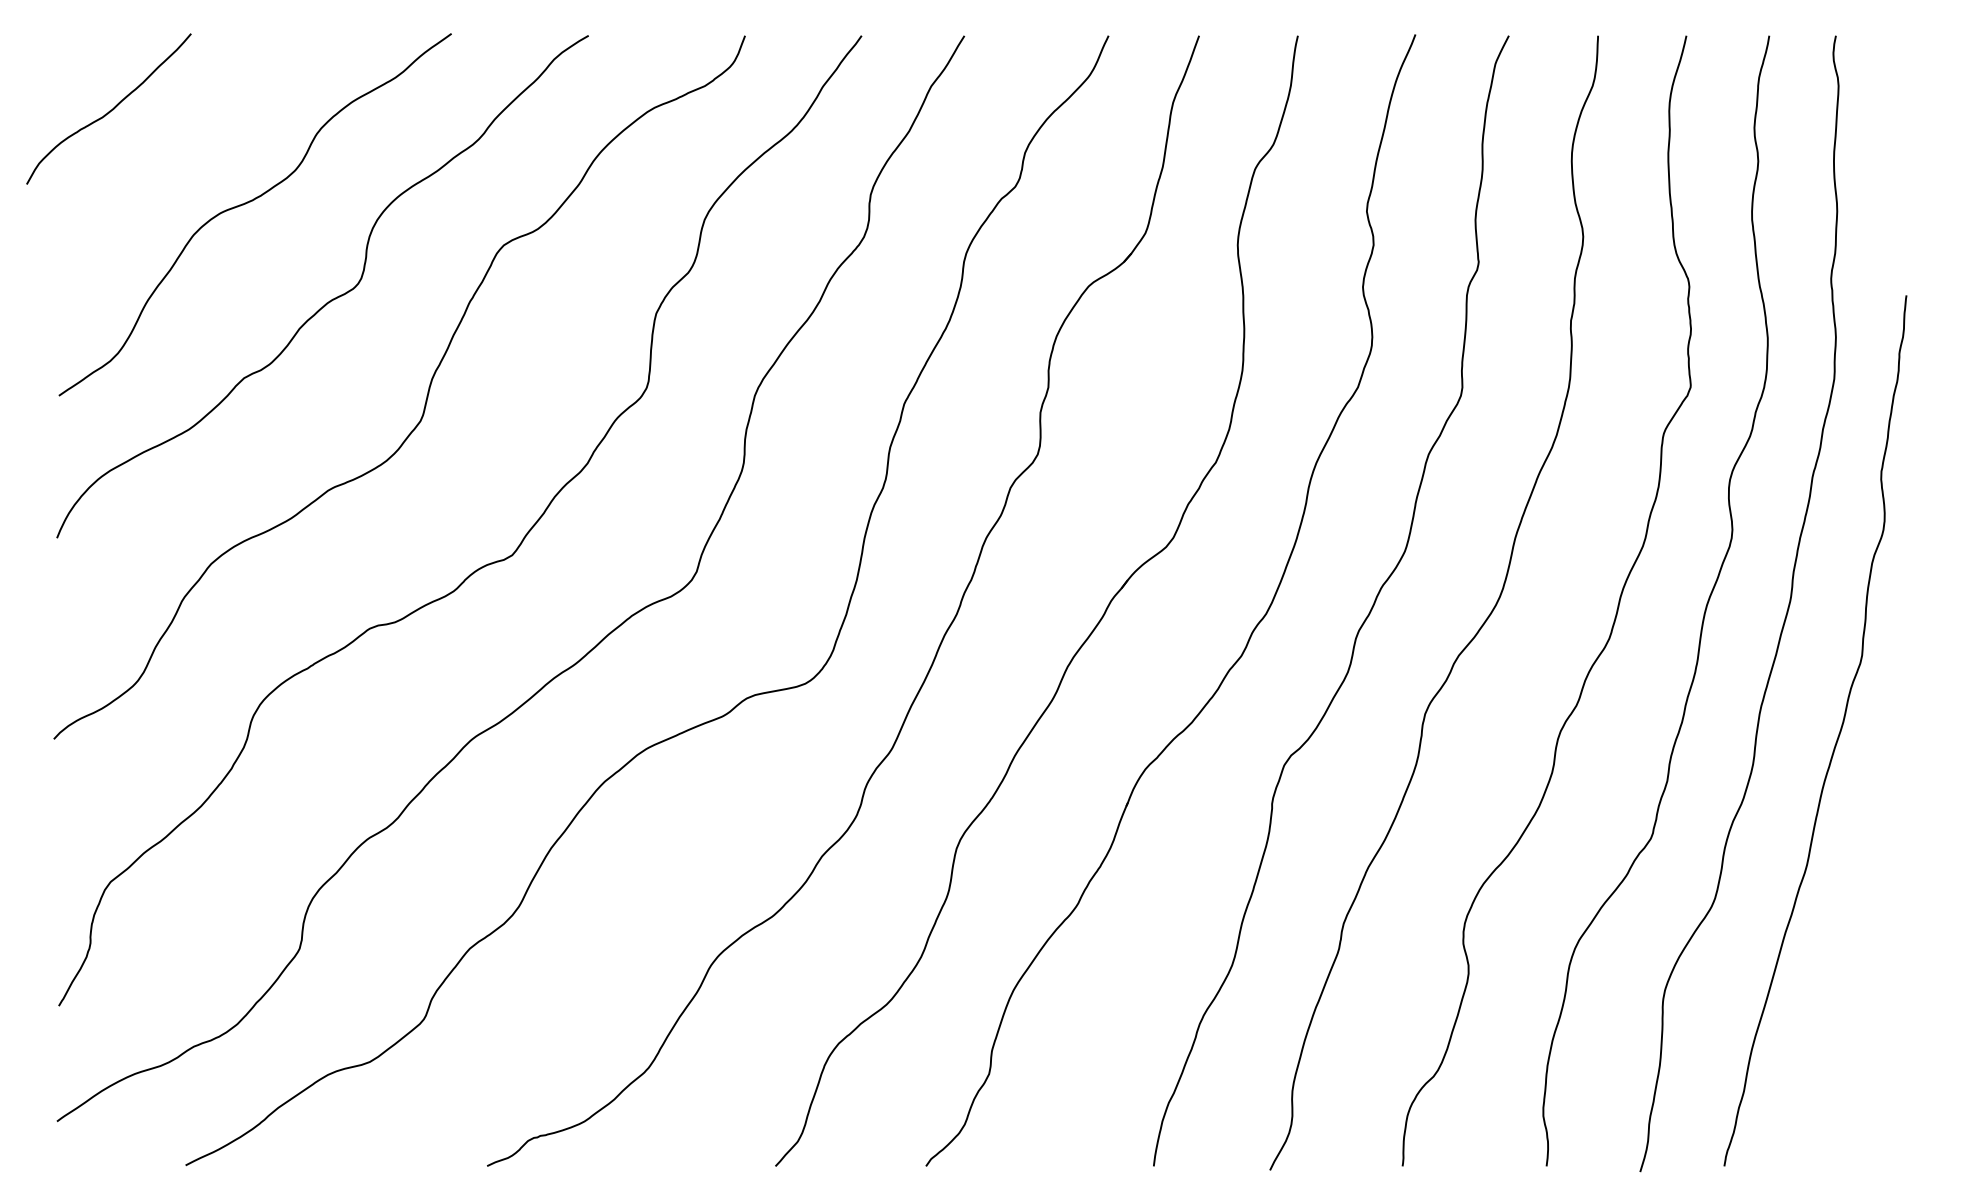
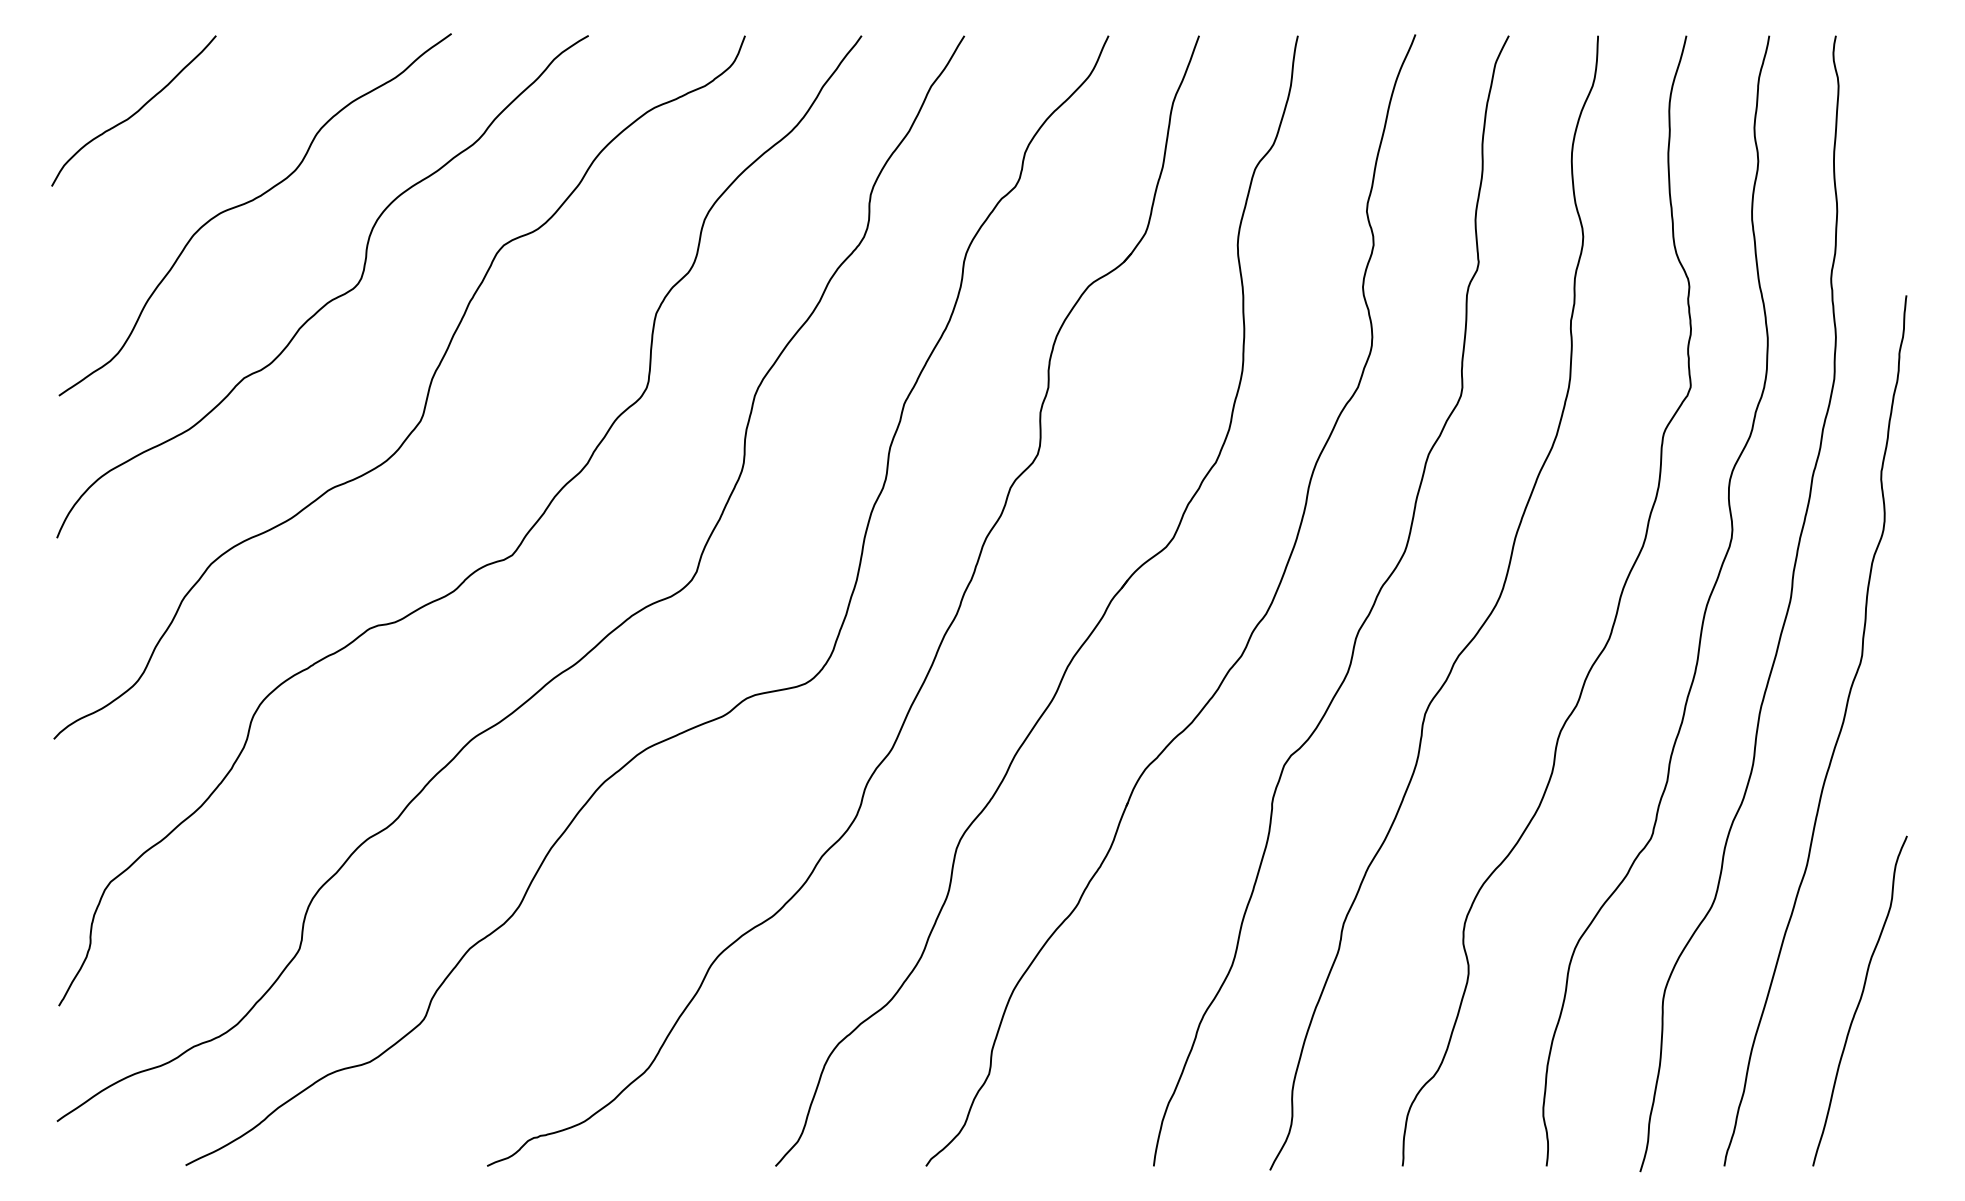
curve at (109, 110) position: (109, 110) -> (134, 112)
curve at (1859, 1000): none -> present
